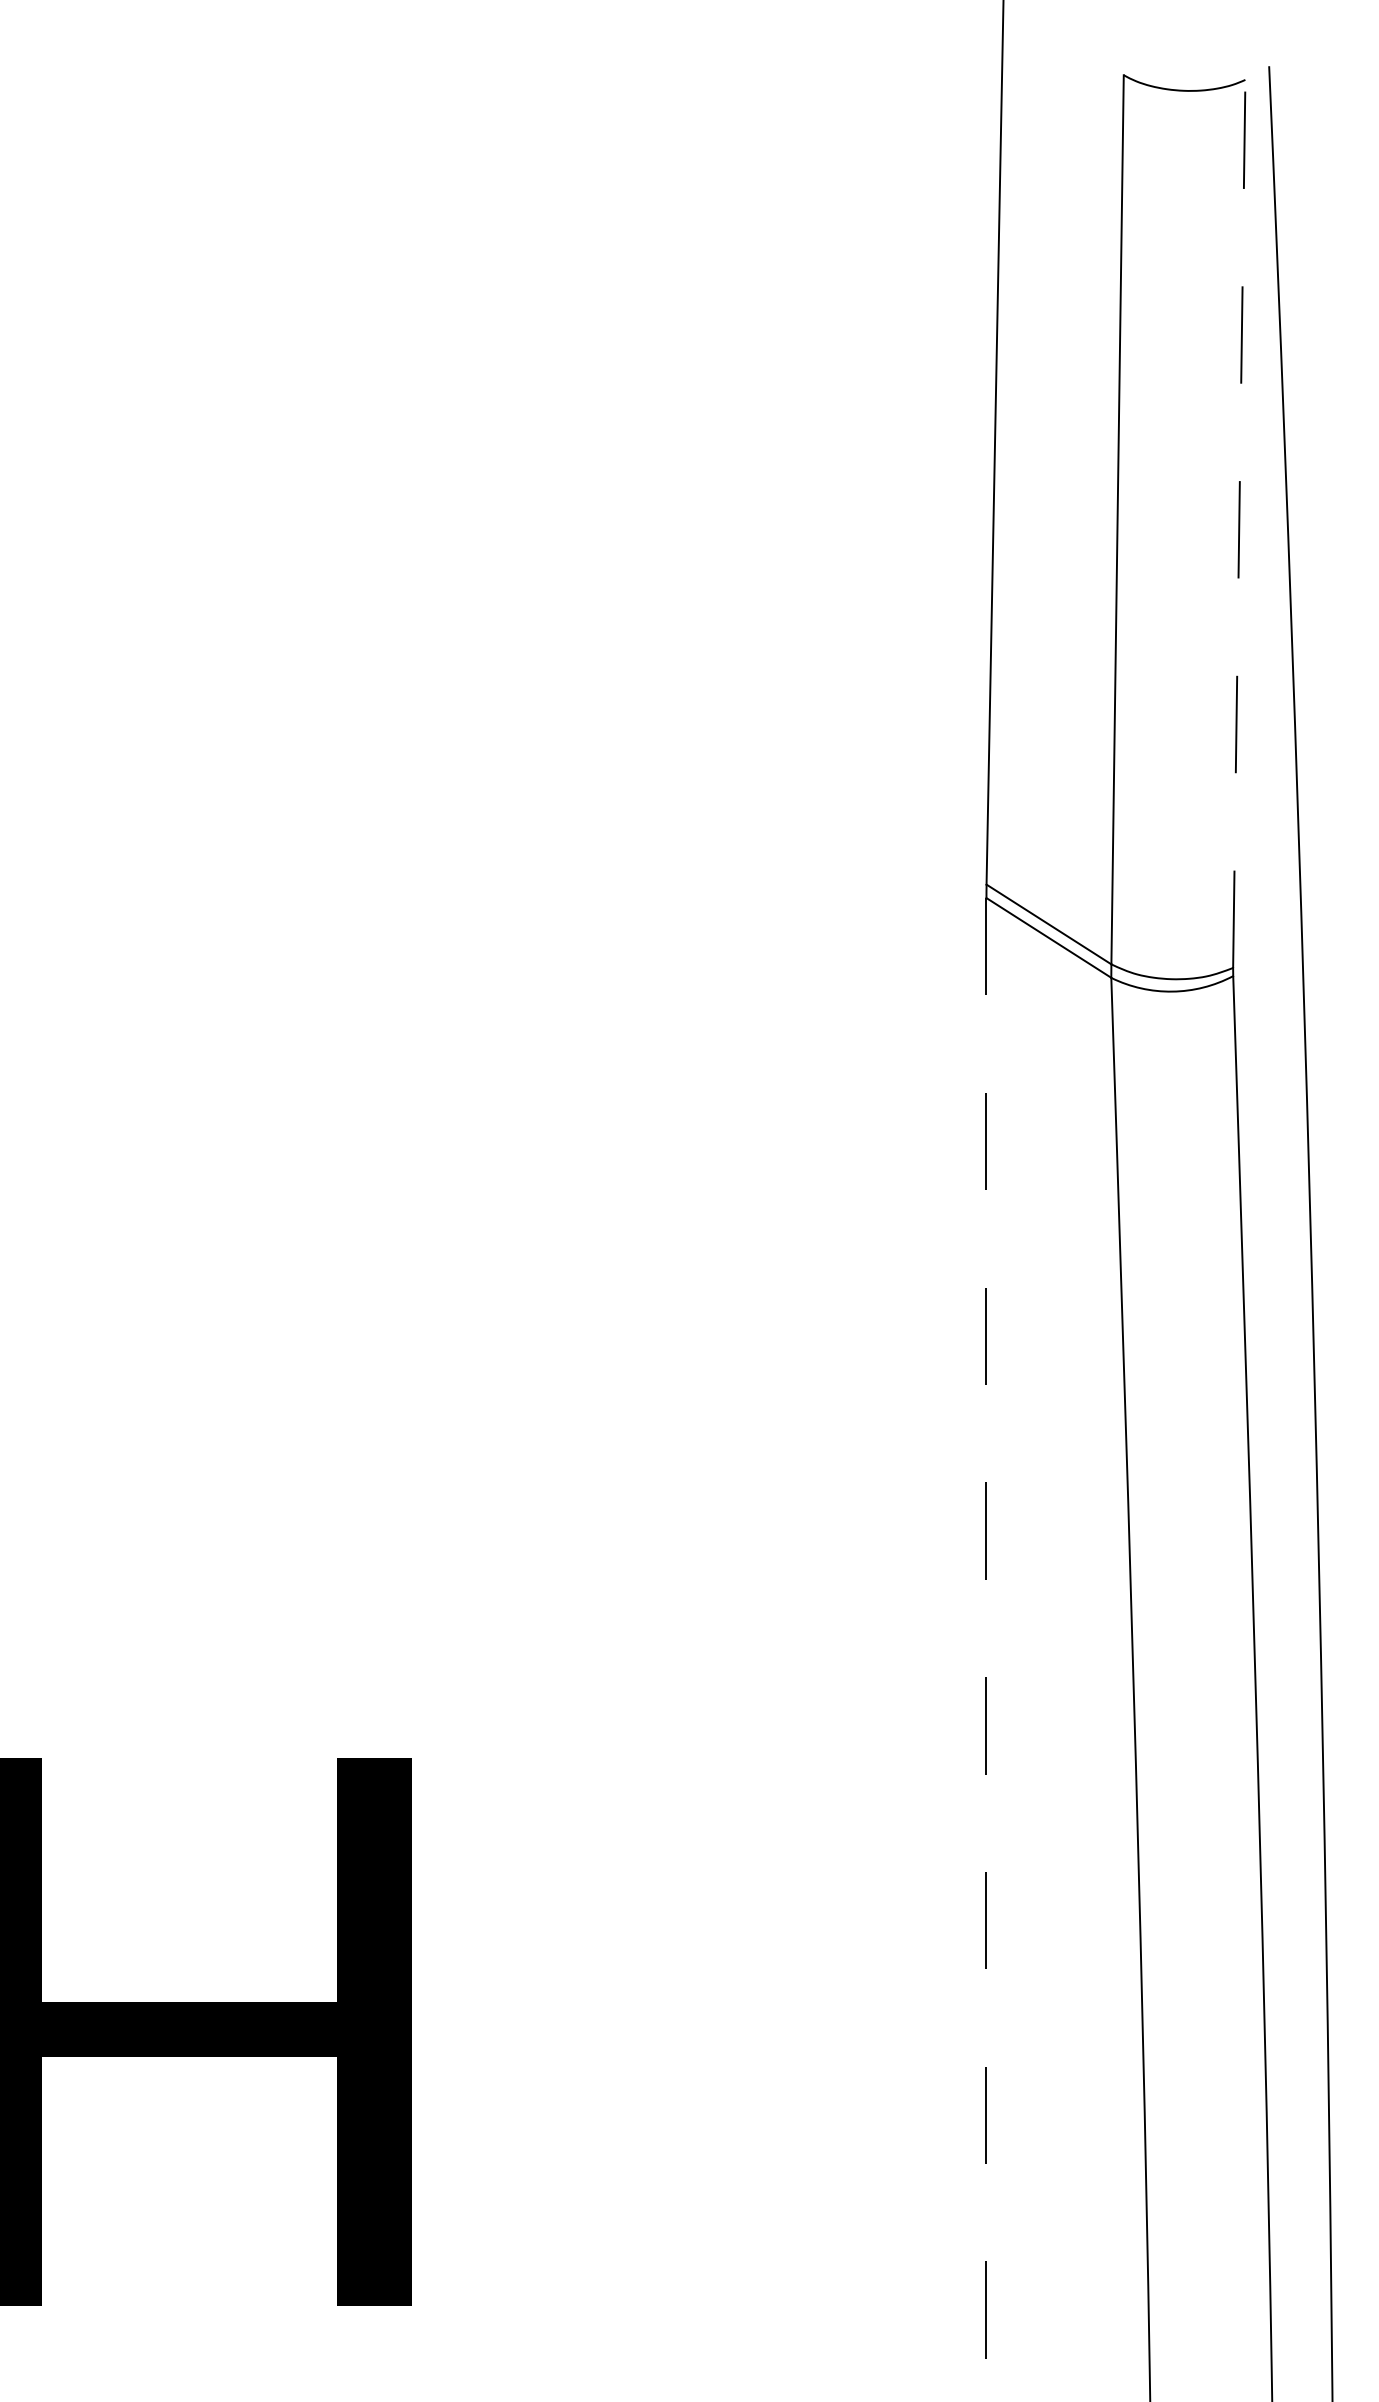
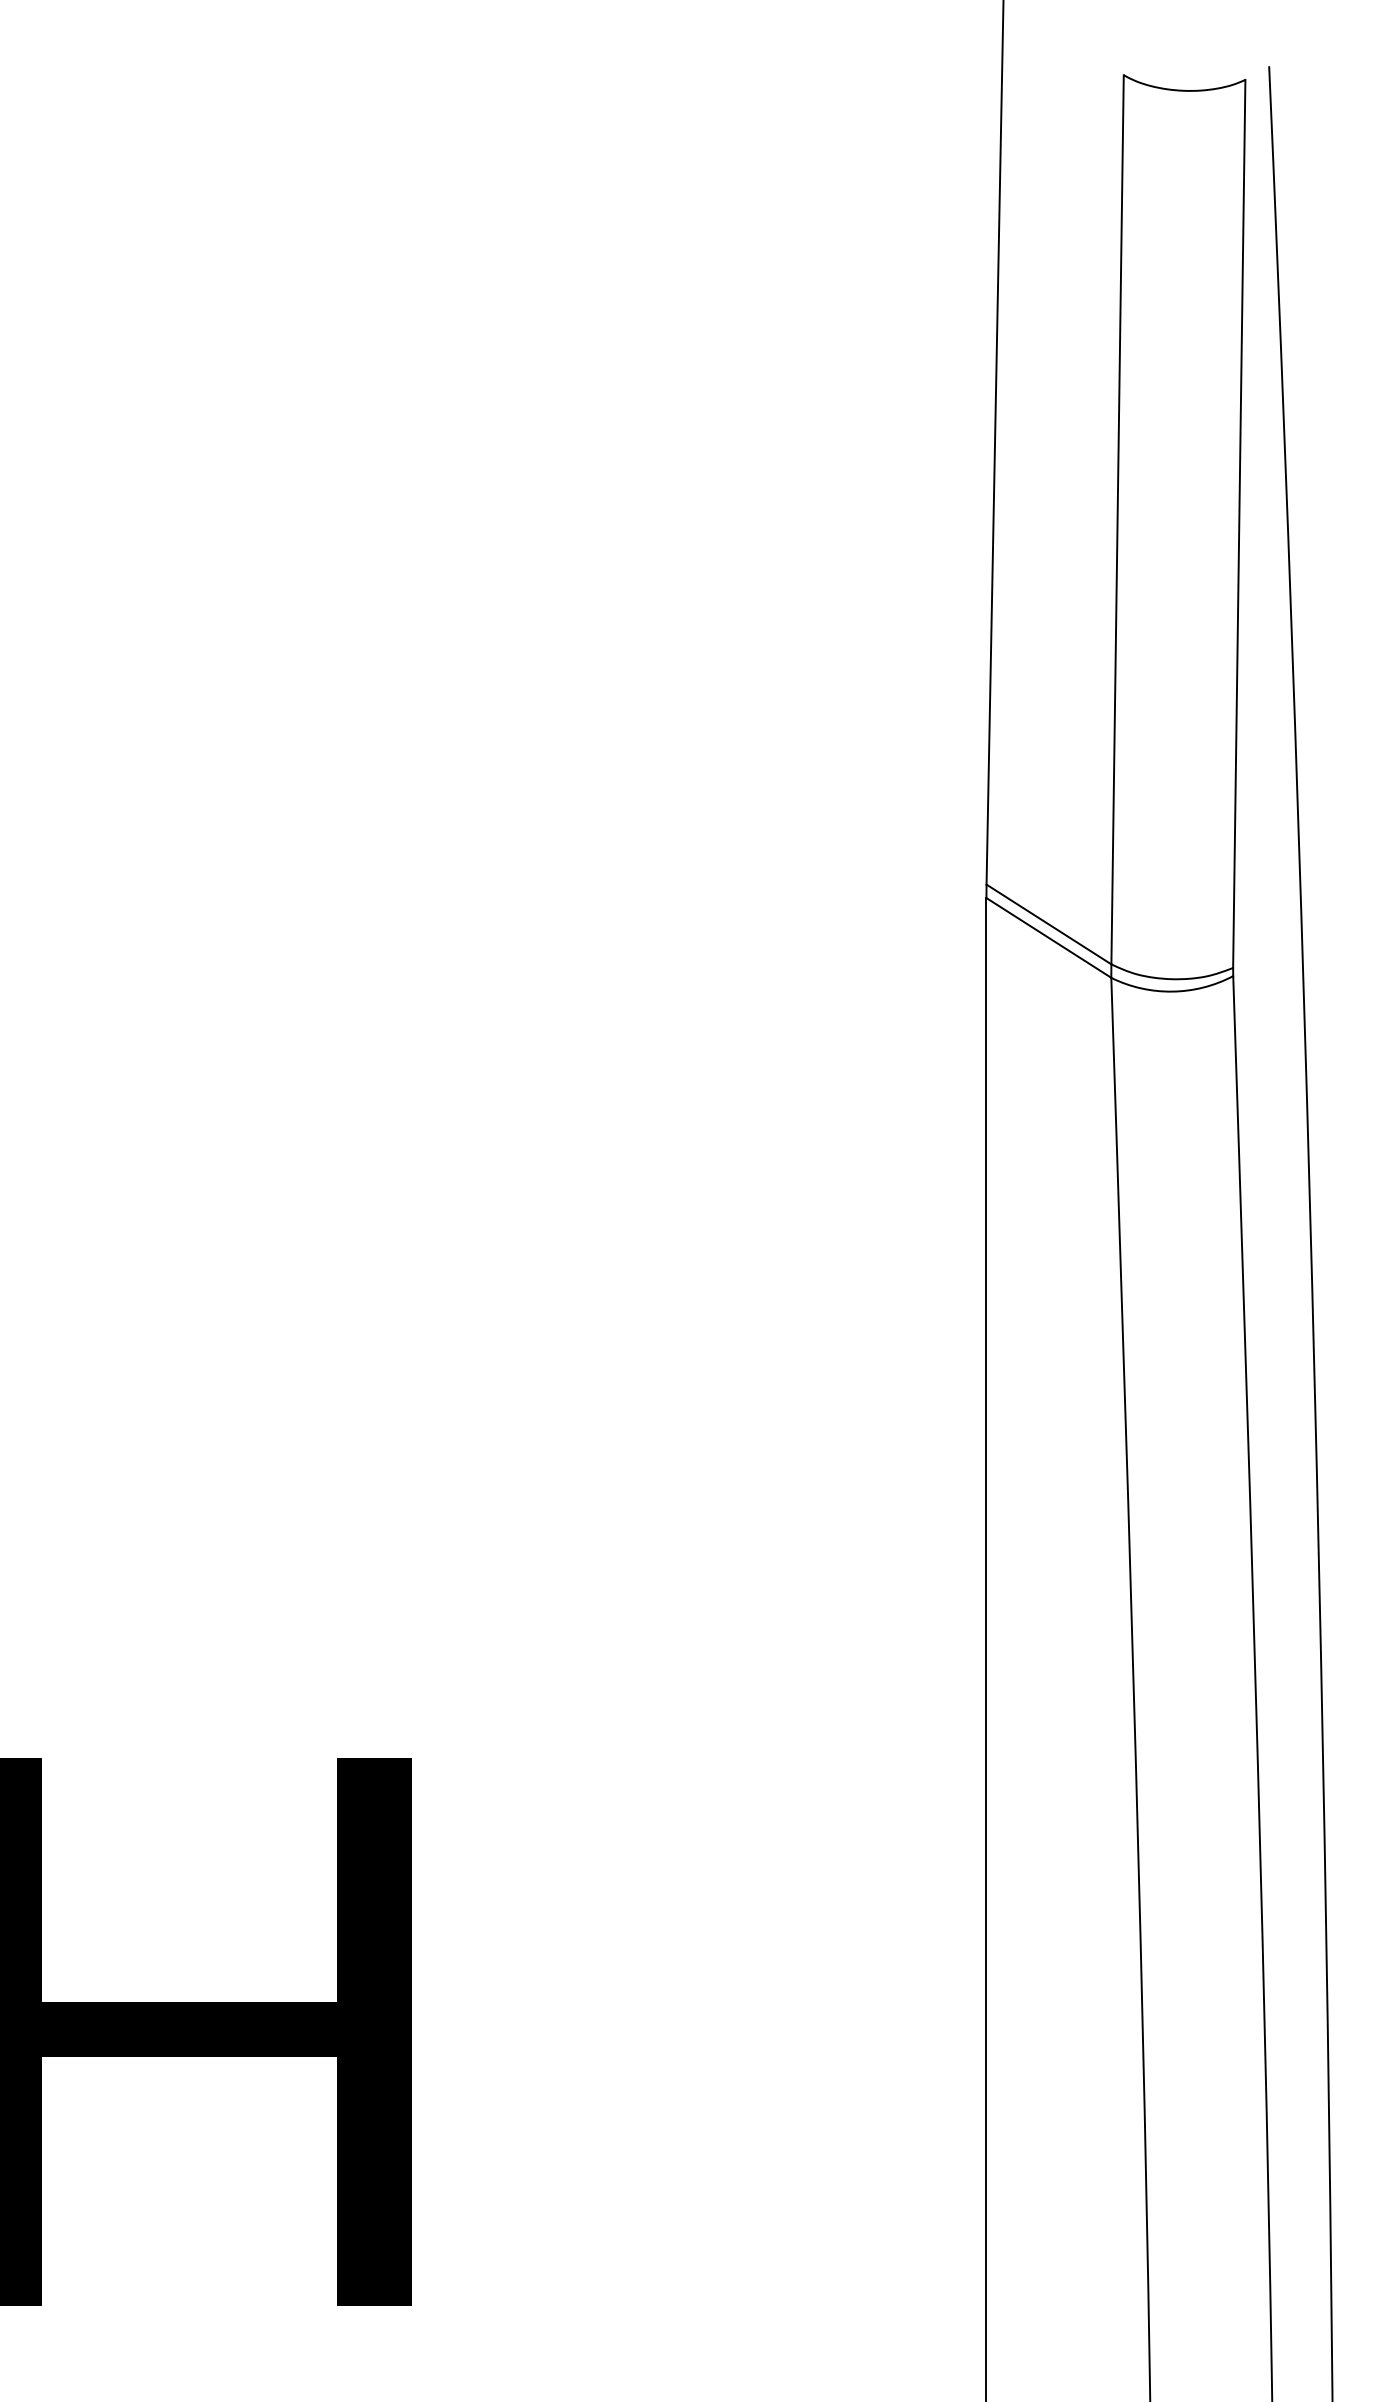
line at (1239, 523): dashed -> solid
line at (986, 1650): dashed -> solid
